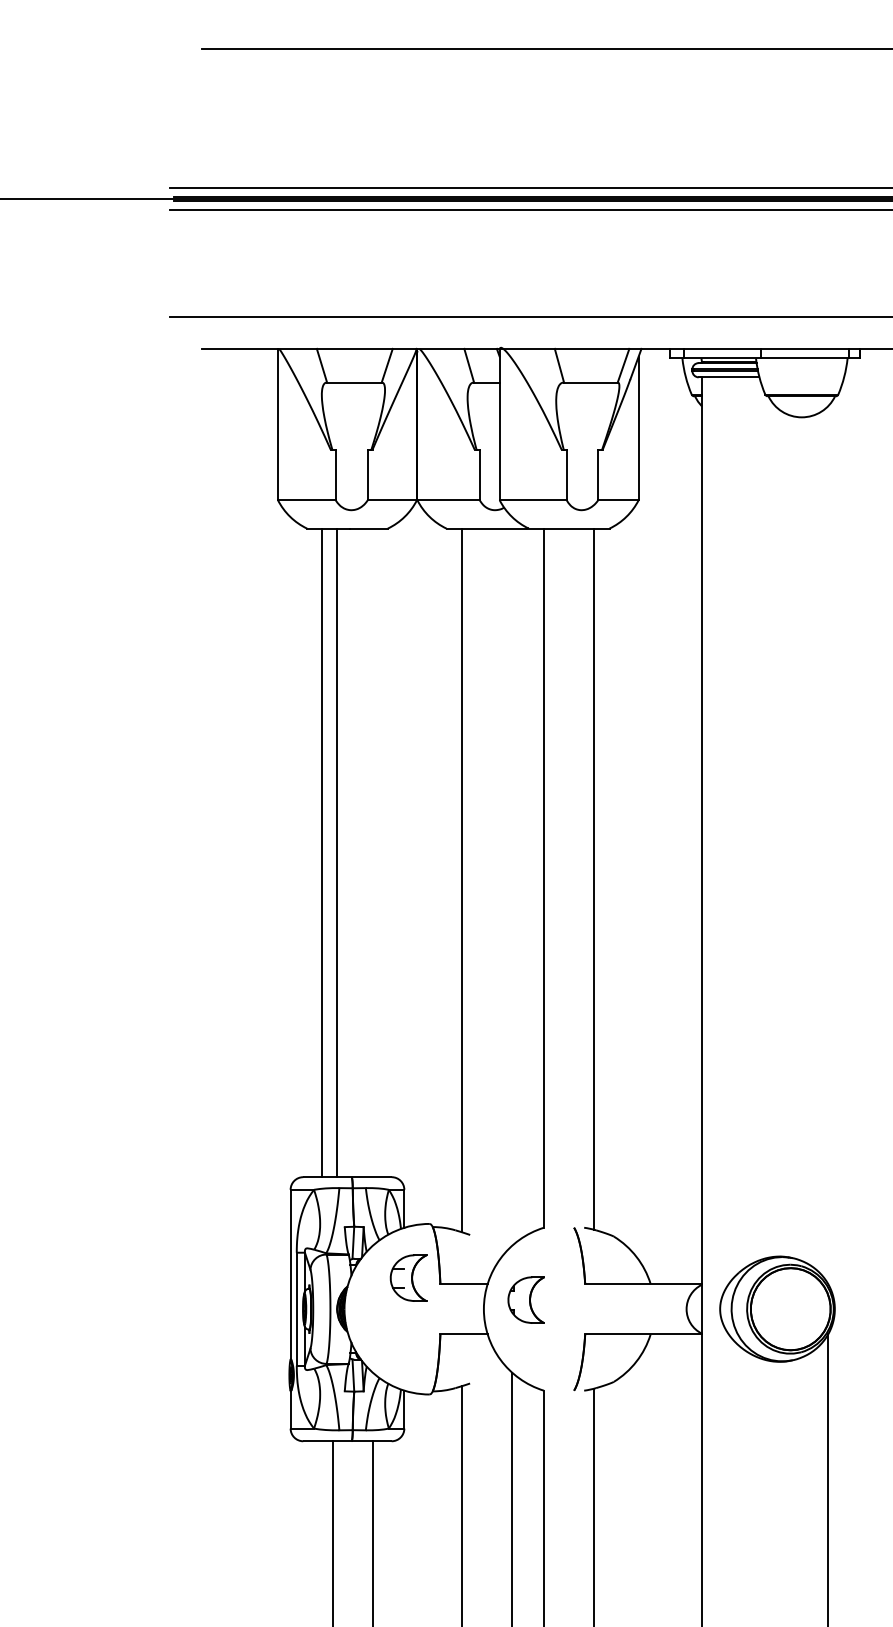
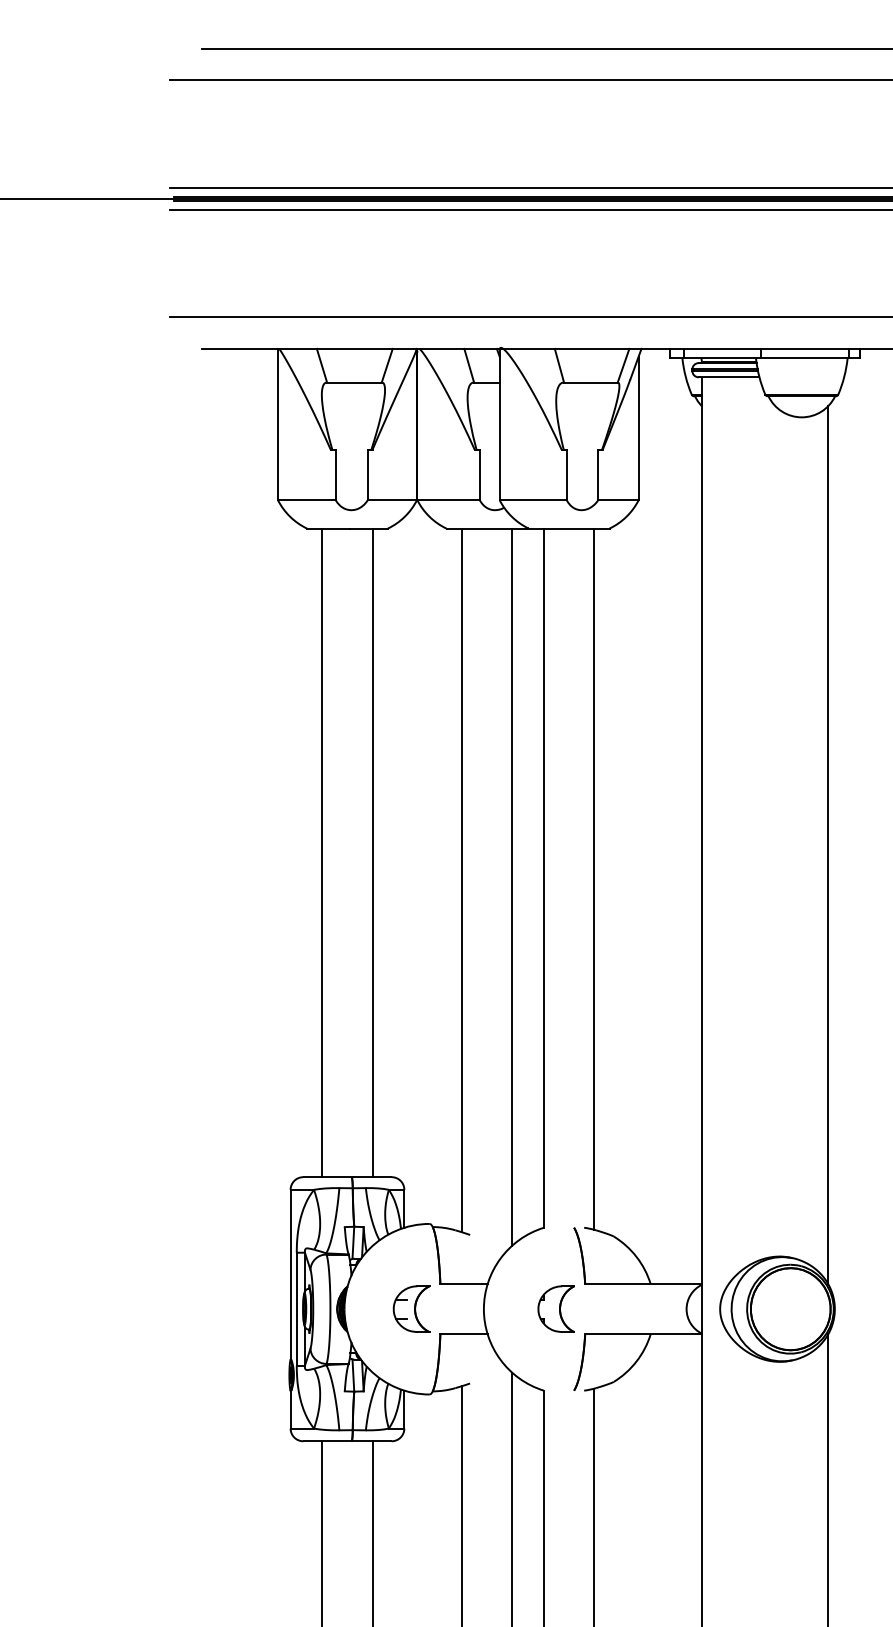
line at (529, 80): none -> present
line at (828, 845): none -> present
line at (336, 852) position: (336, 852) -> (372, 852)
line at (512, 886): none -> present
part at (408, 1277) position: (408, 1277) -> (411, 1308)
part at (525, 1299) position: (525, 1299) -> (555, 1308)
line at (333, 1532) position: (333, 1532) -> (322, 1532)
